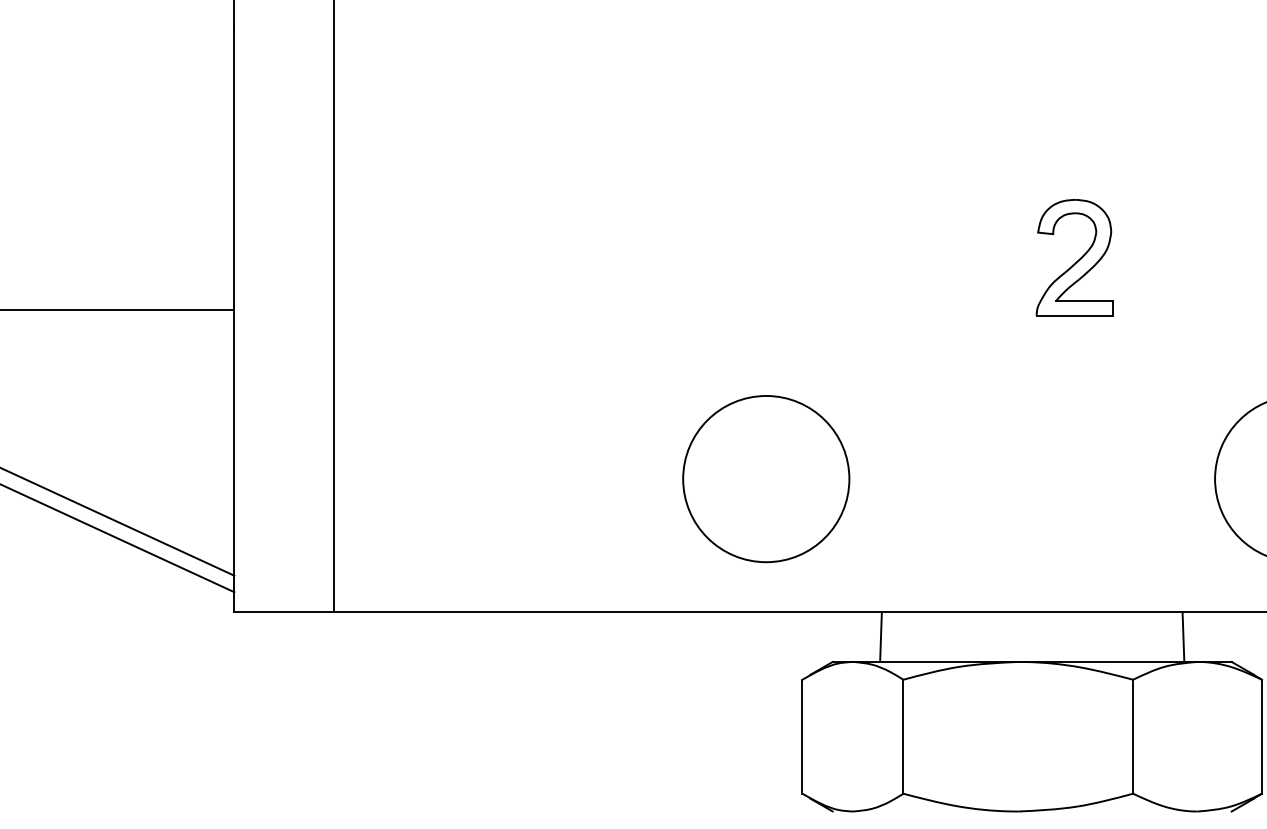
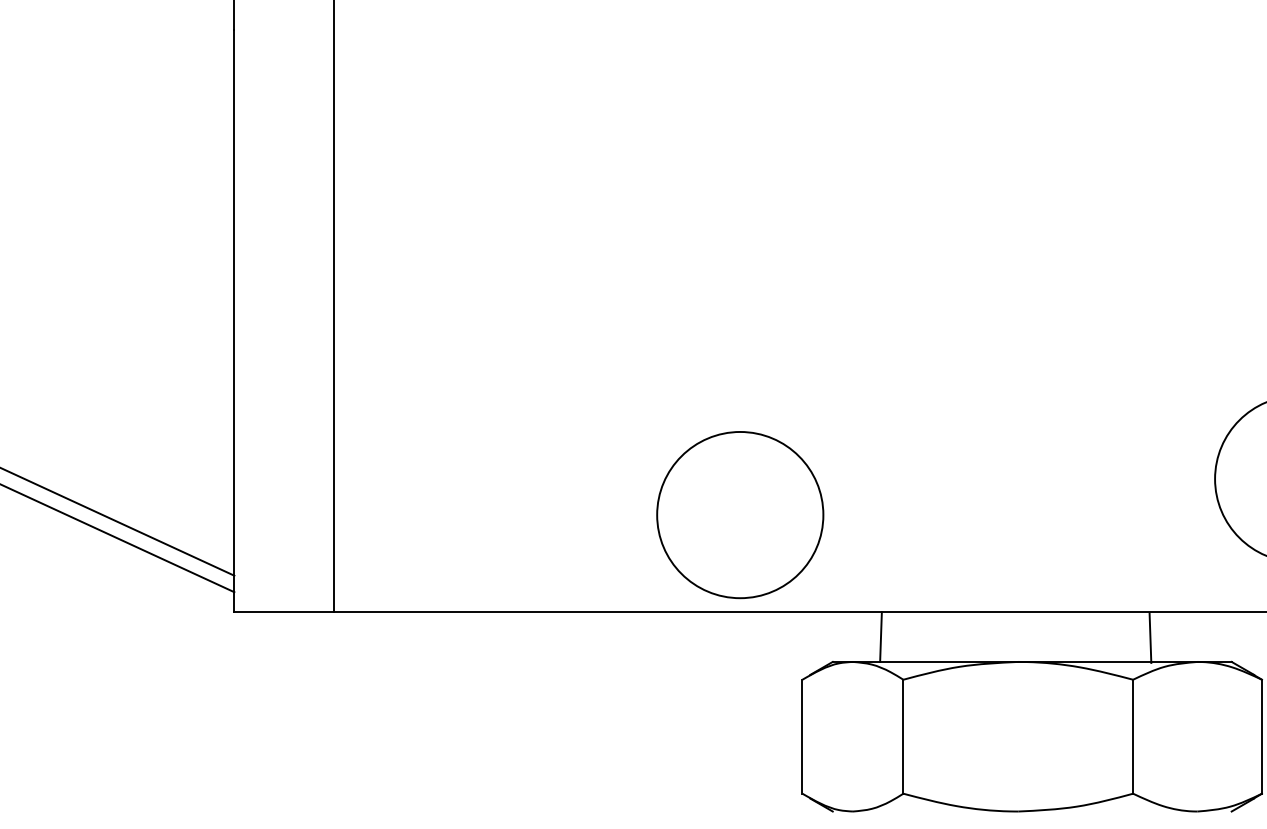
part at (1074, 257): present -> none
line at (118, 310): present -> none
circle at (766, 479) position: (766, 479) -> (740, 515)
line at (1183, 636) position: (1183, 636) -> (1150, 637)
